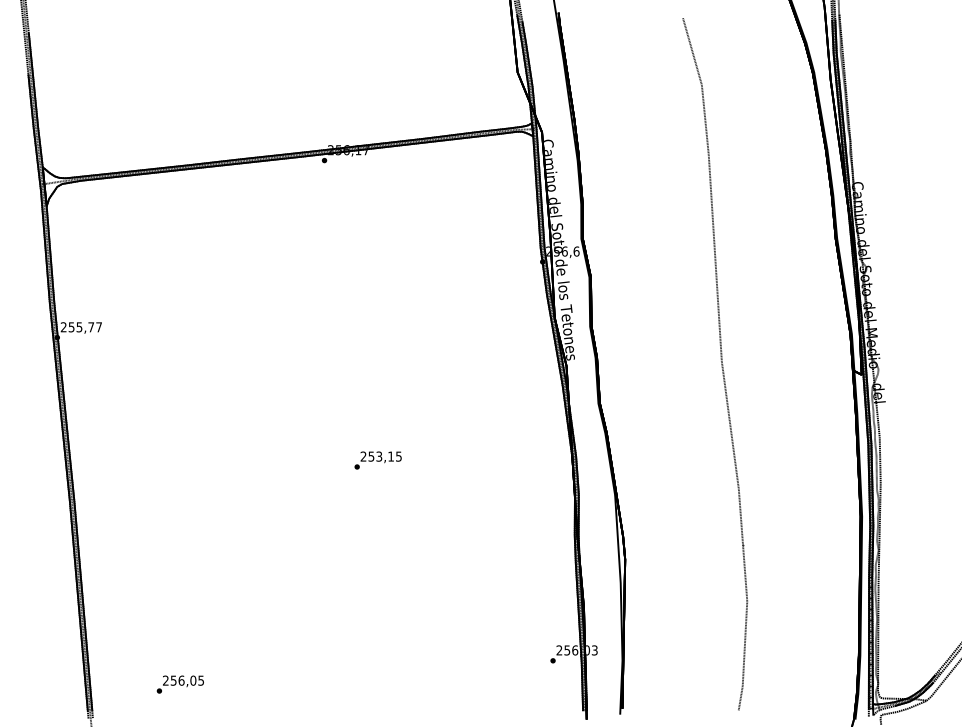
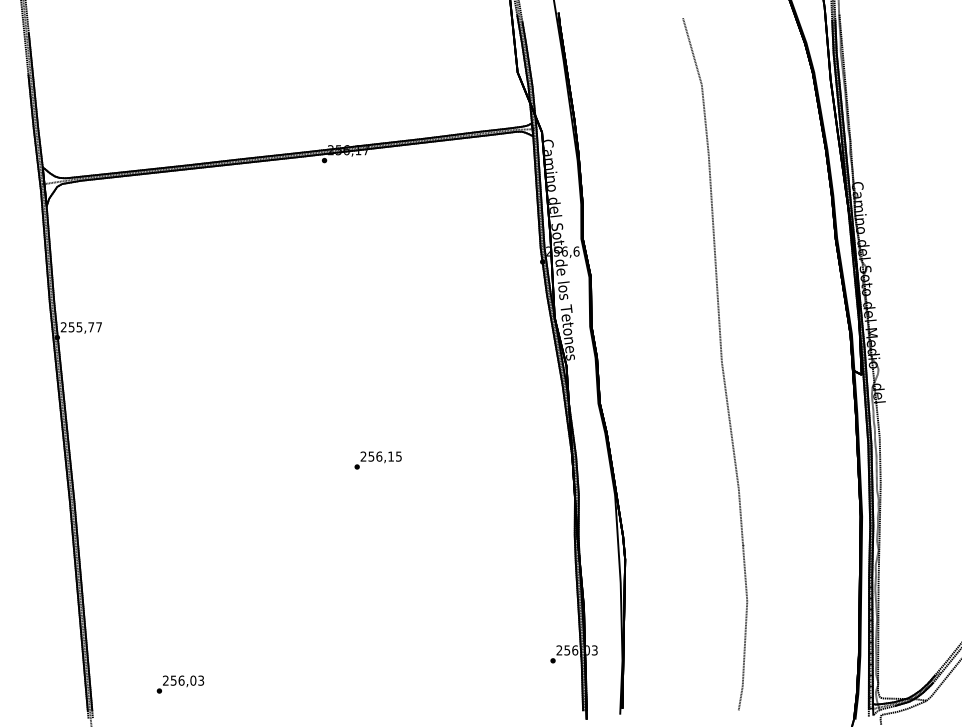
text at (379, 456): 253,15 -> 256,15
text at (200, 679): 256,05 -> 256,03
